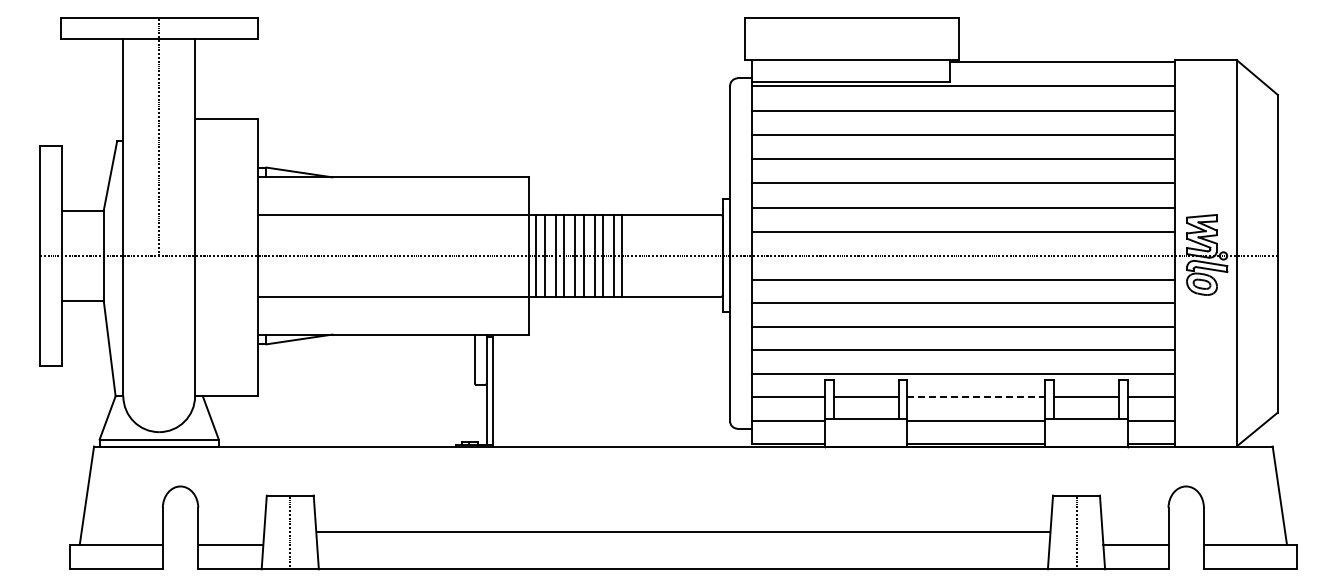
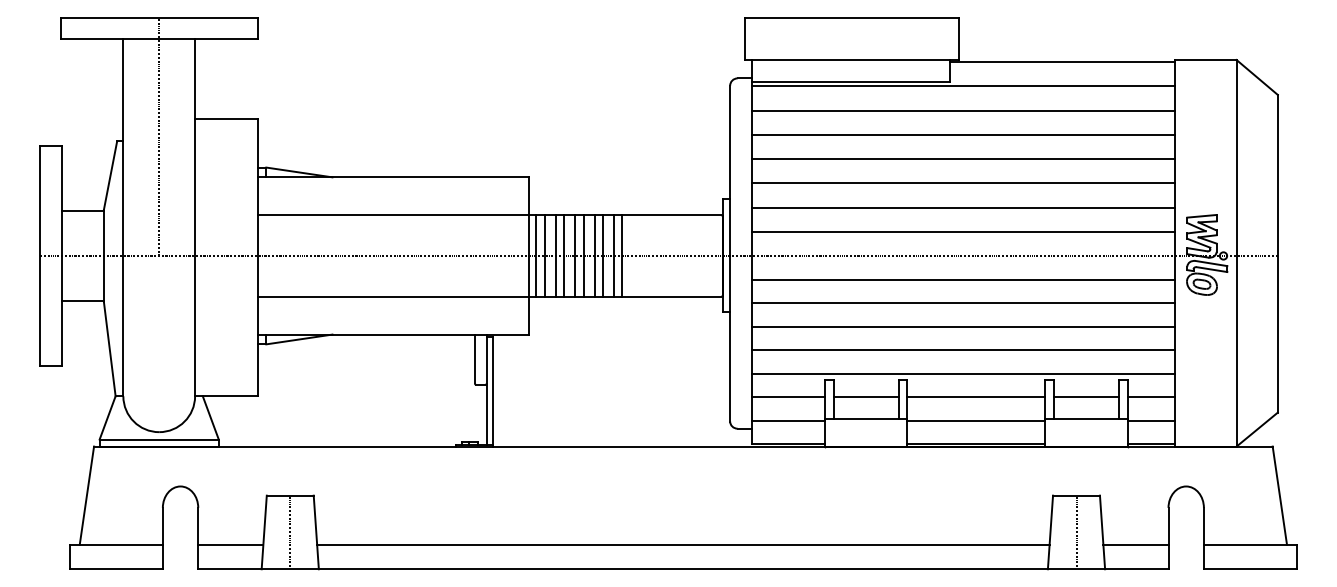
line at (976, 397): dashed -> solid
line at (683, 531) position: (683, 531) -> (683, 544)
